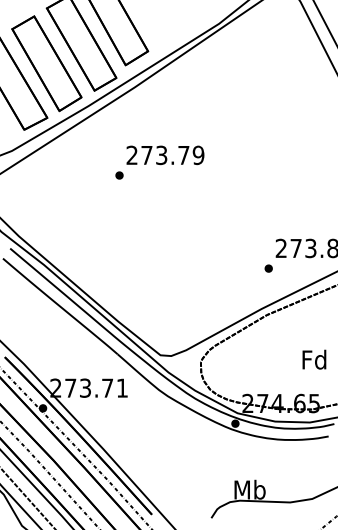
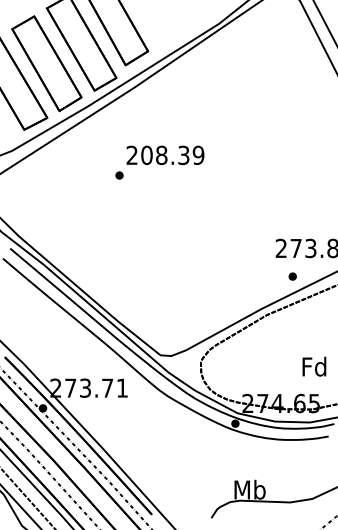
text at (165, 155): 273.79 -> 208.39
part at (268, 268) position: (268, 268) -> (292, 276)
text at (314, 359) position: (314, 359) -> (314, 366)
